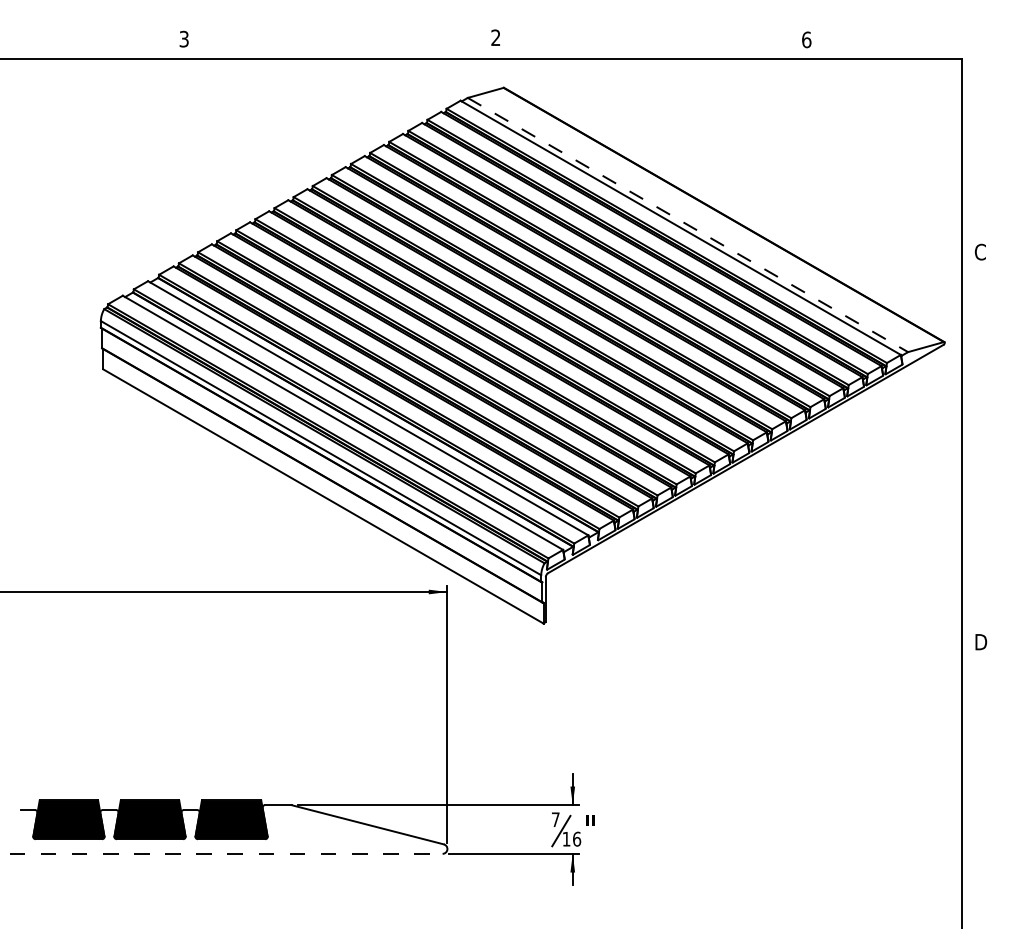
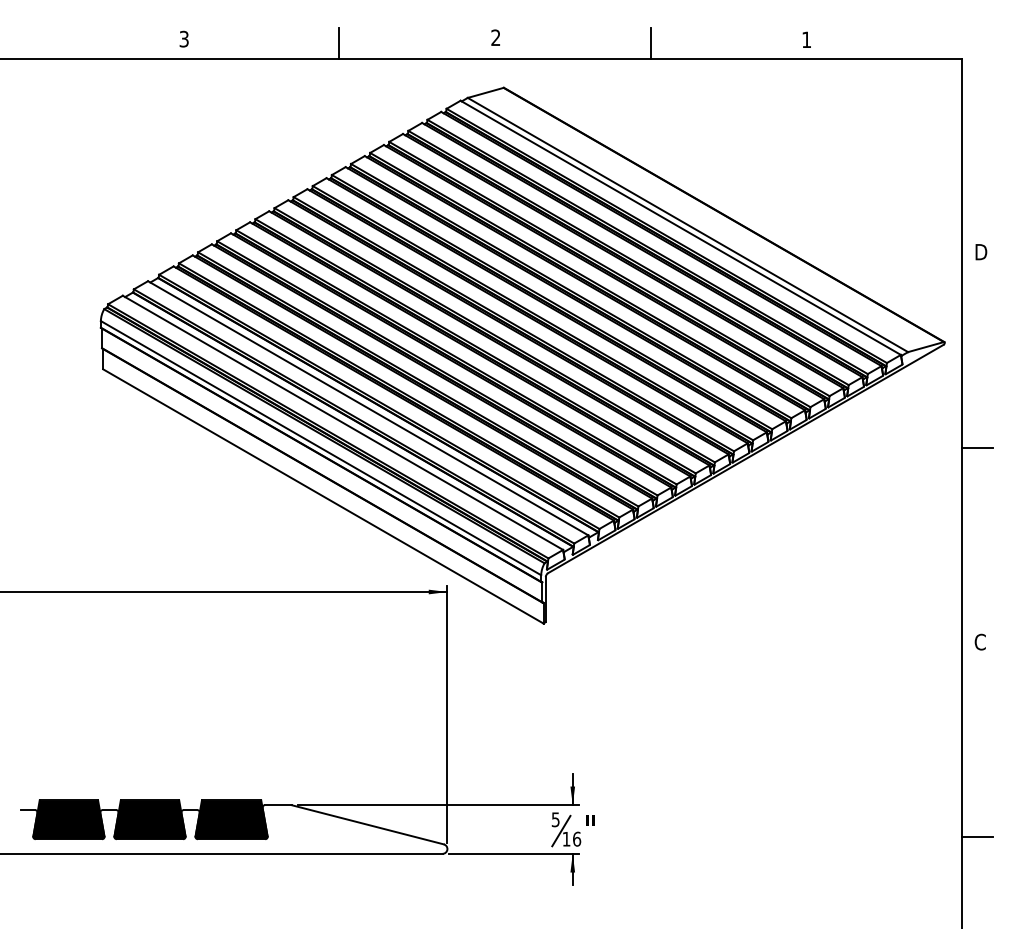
text at (806, 39): 6 -> 1
line at (339, 42): none -> present
line at (650, 42): none -> present
line at (688, 225): dashed -> solid
text at (980, 251): C -> D
line at (977, 448): none -> present
text at (980, 641): D -> C
text at (555, 819): 7 -> 5
line at (977, 837): none -> present
line at (221, 853): dashed -> solid
